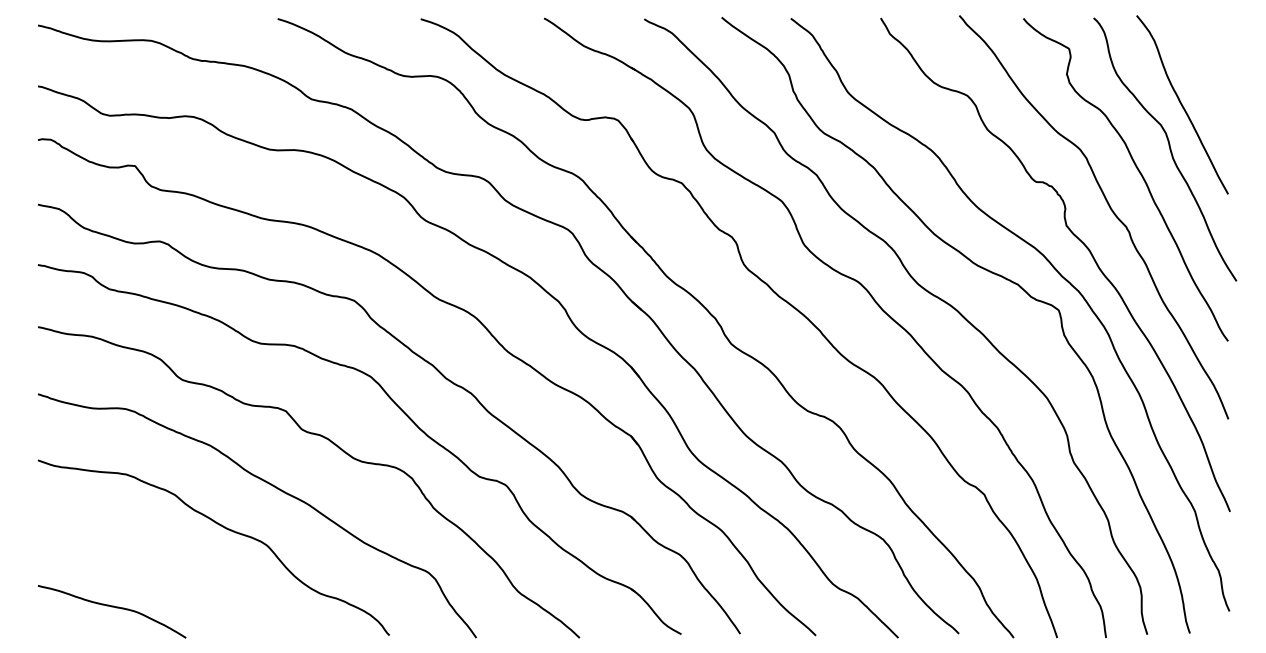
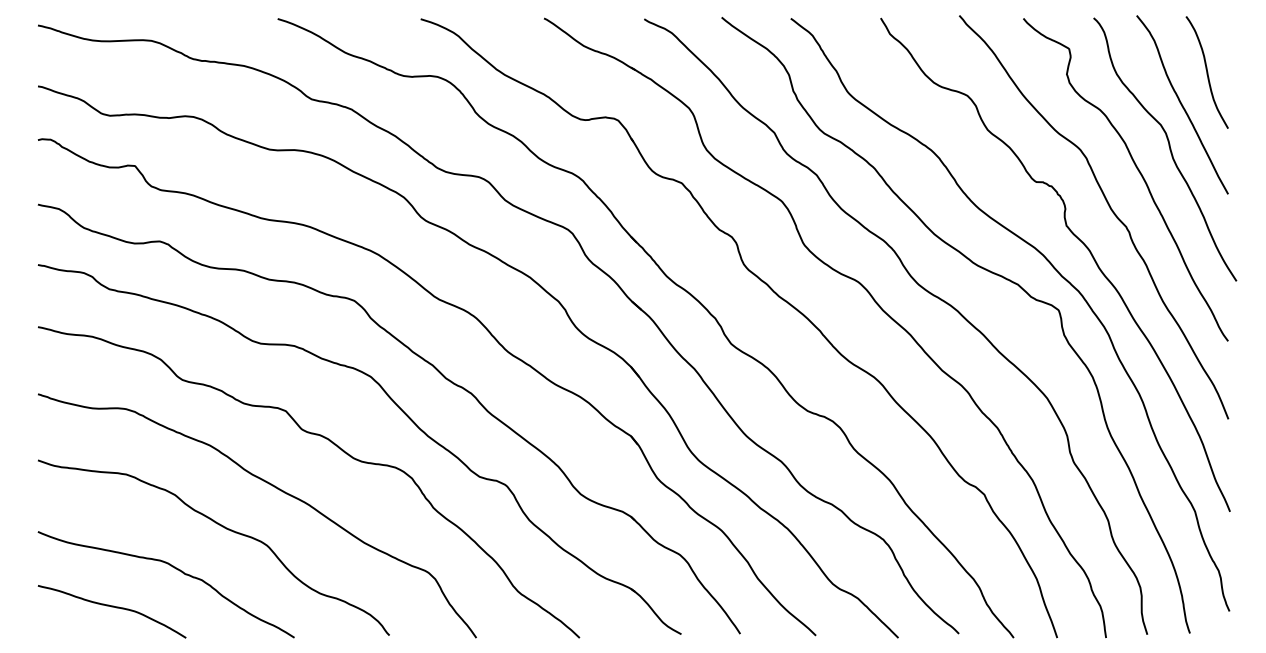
curve at (1206, 72): none -> present
curve at (174, 568): none -> present
